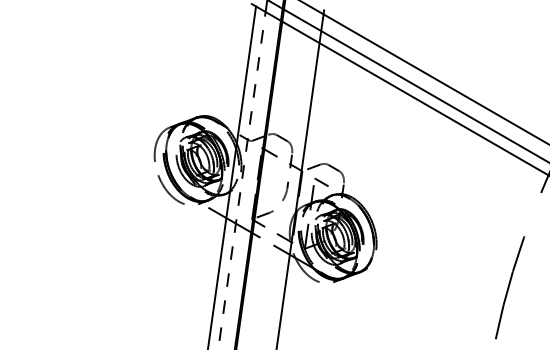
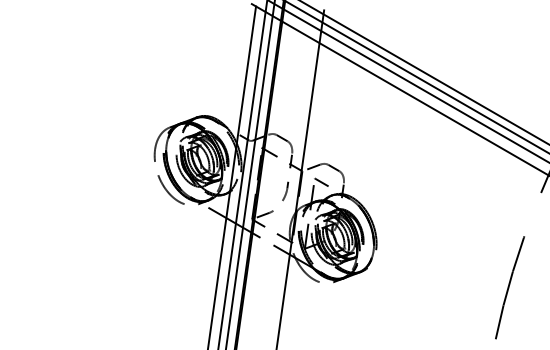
line at (416, 76): none -> present
line at (250, 174): none -> present
line at (242, 180): dashed -> solid
